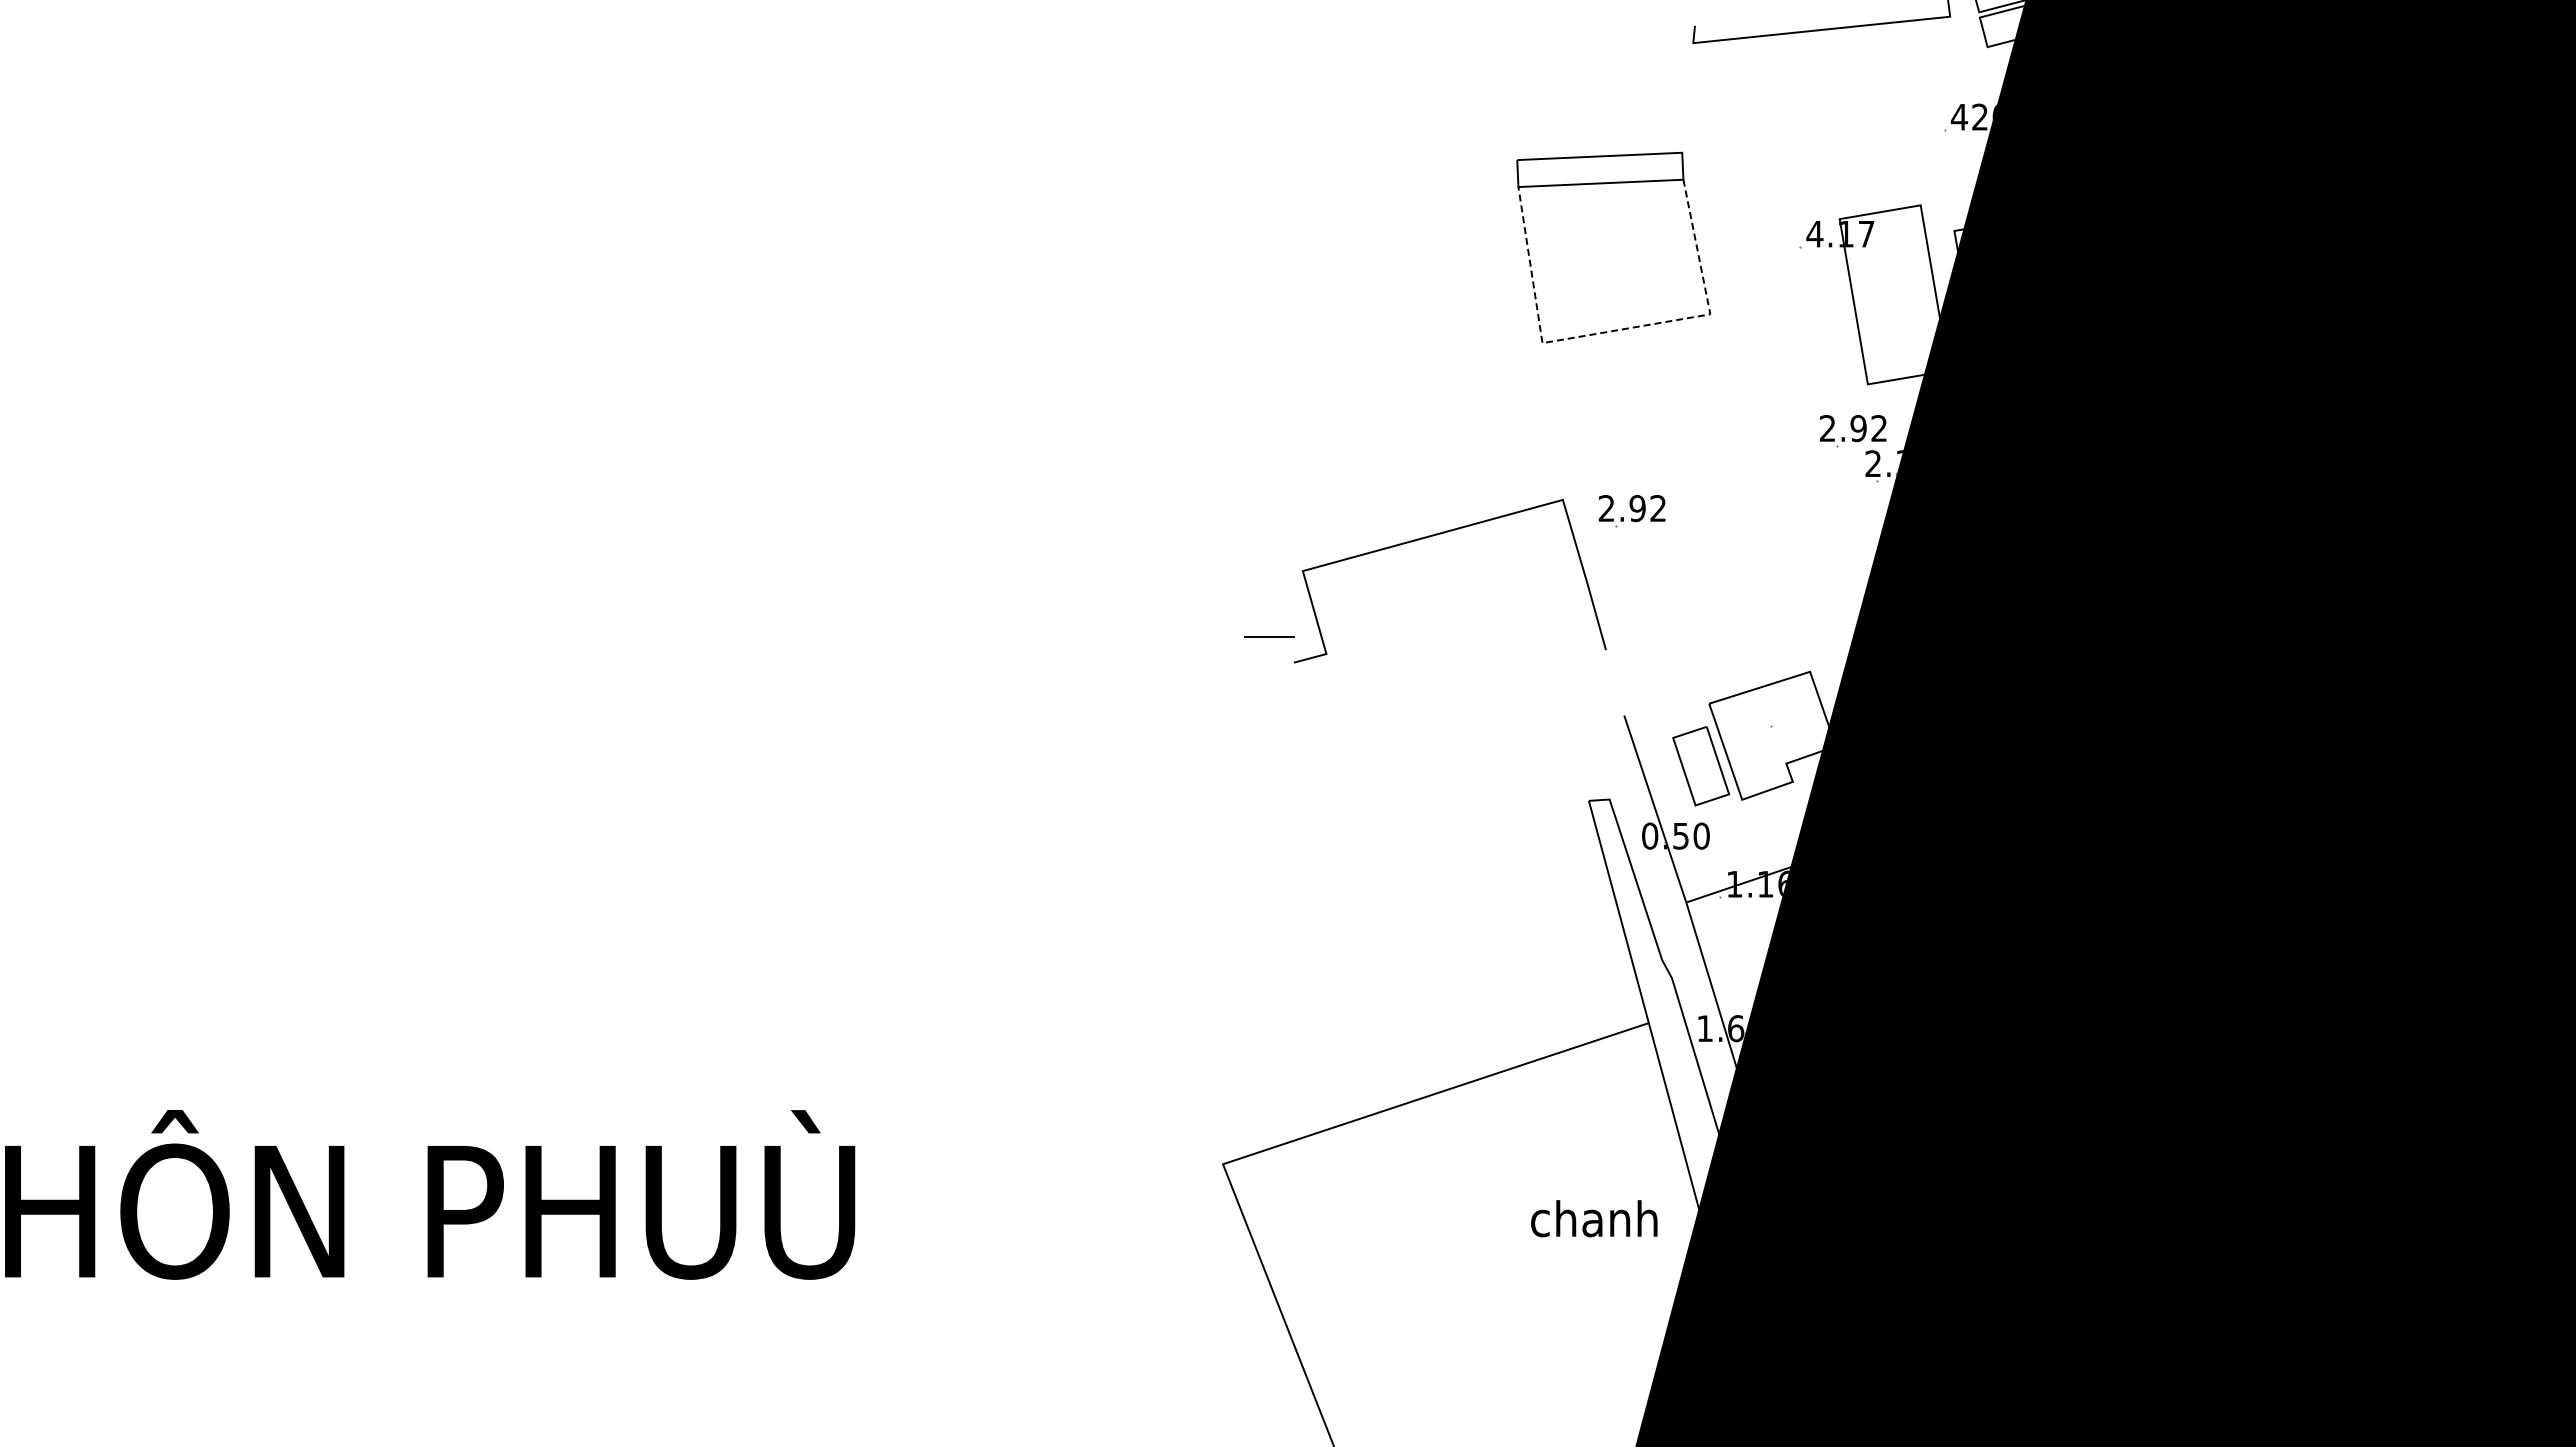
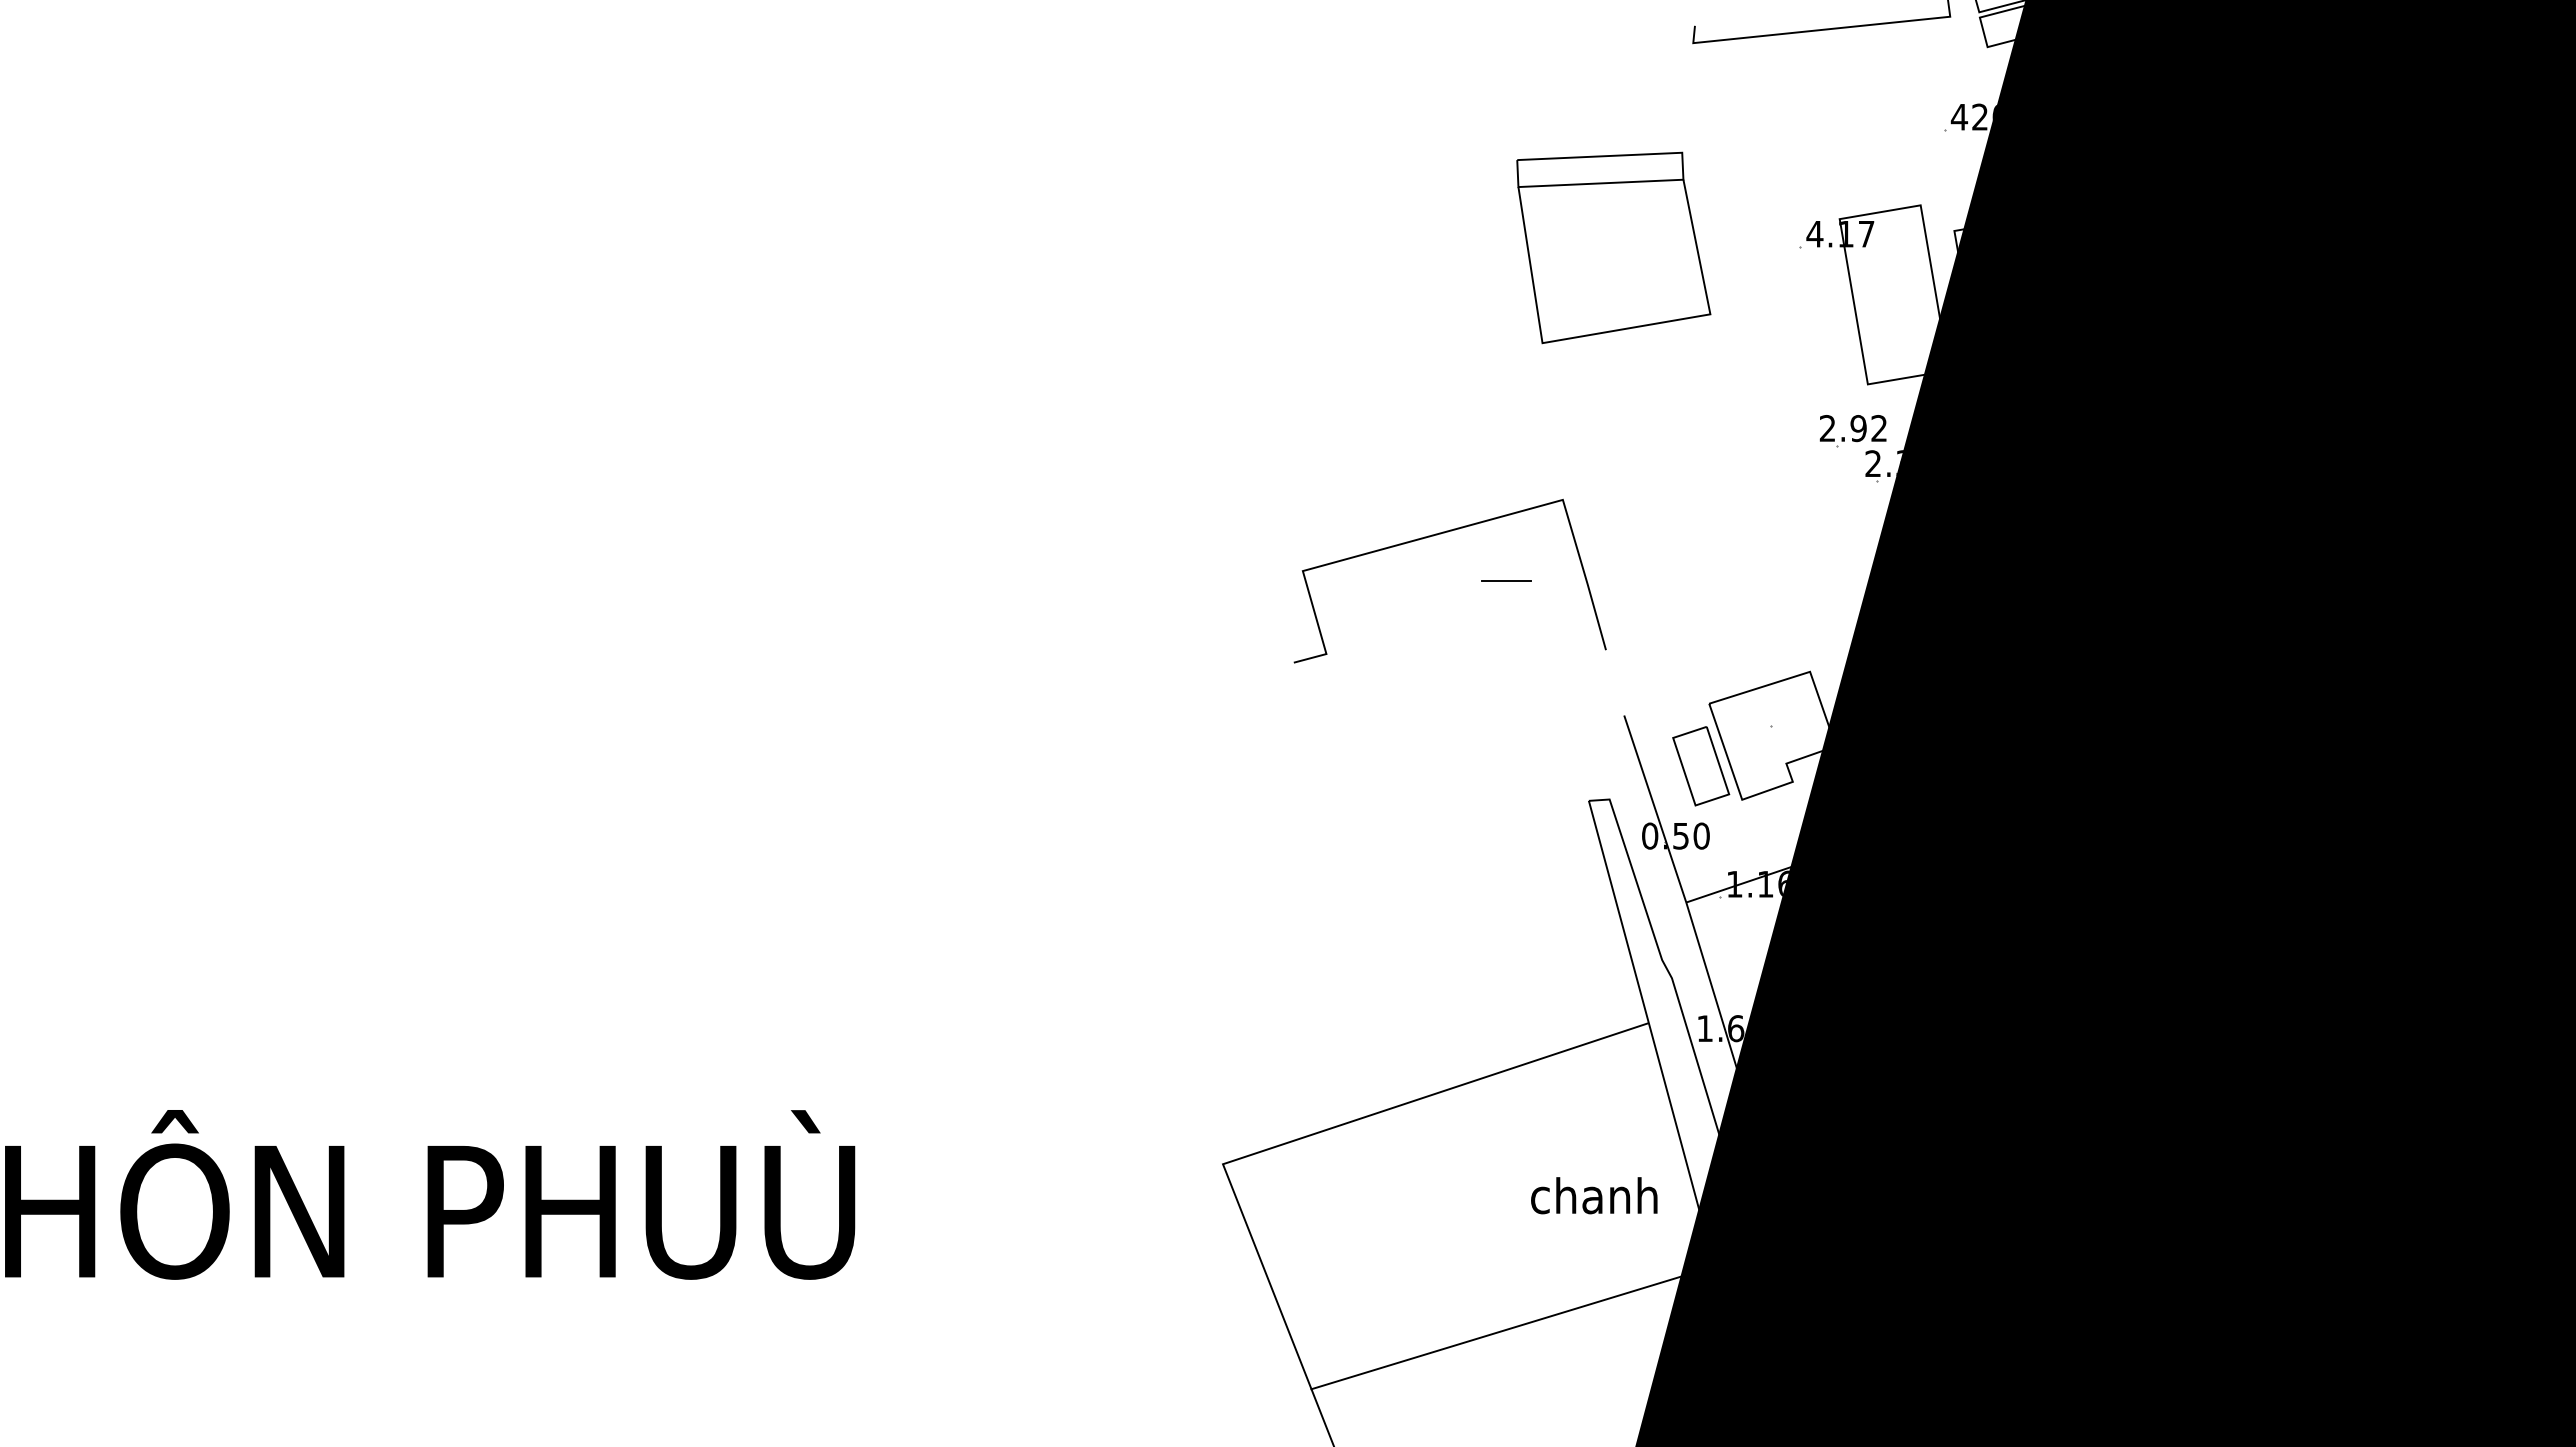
line at (1616, 330): dashed -> solid
part at (1631, 511): present -> none
line at (1269, 636) position: (1269, 636) -> (1506, 580)
text at (1594, 1218) position: (1594, 1218) -> (1594, 1195)
line at (1512, 1327): none -> present
